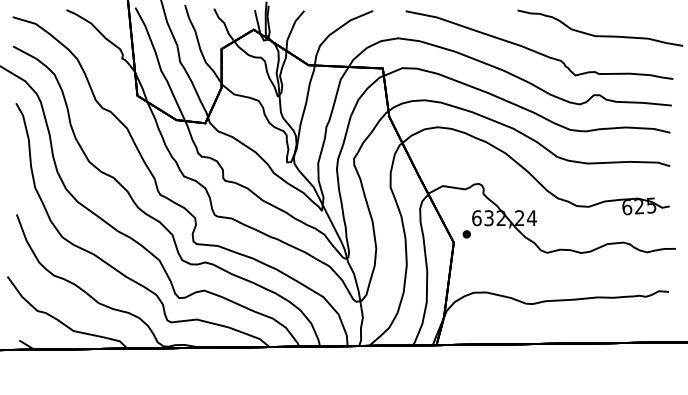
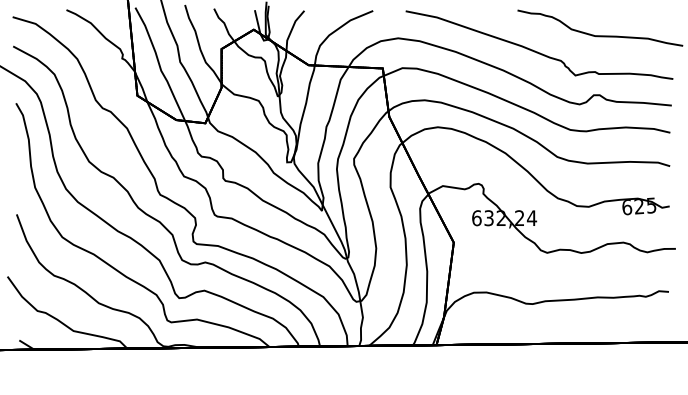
part at (466, 234): present -> none
